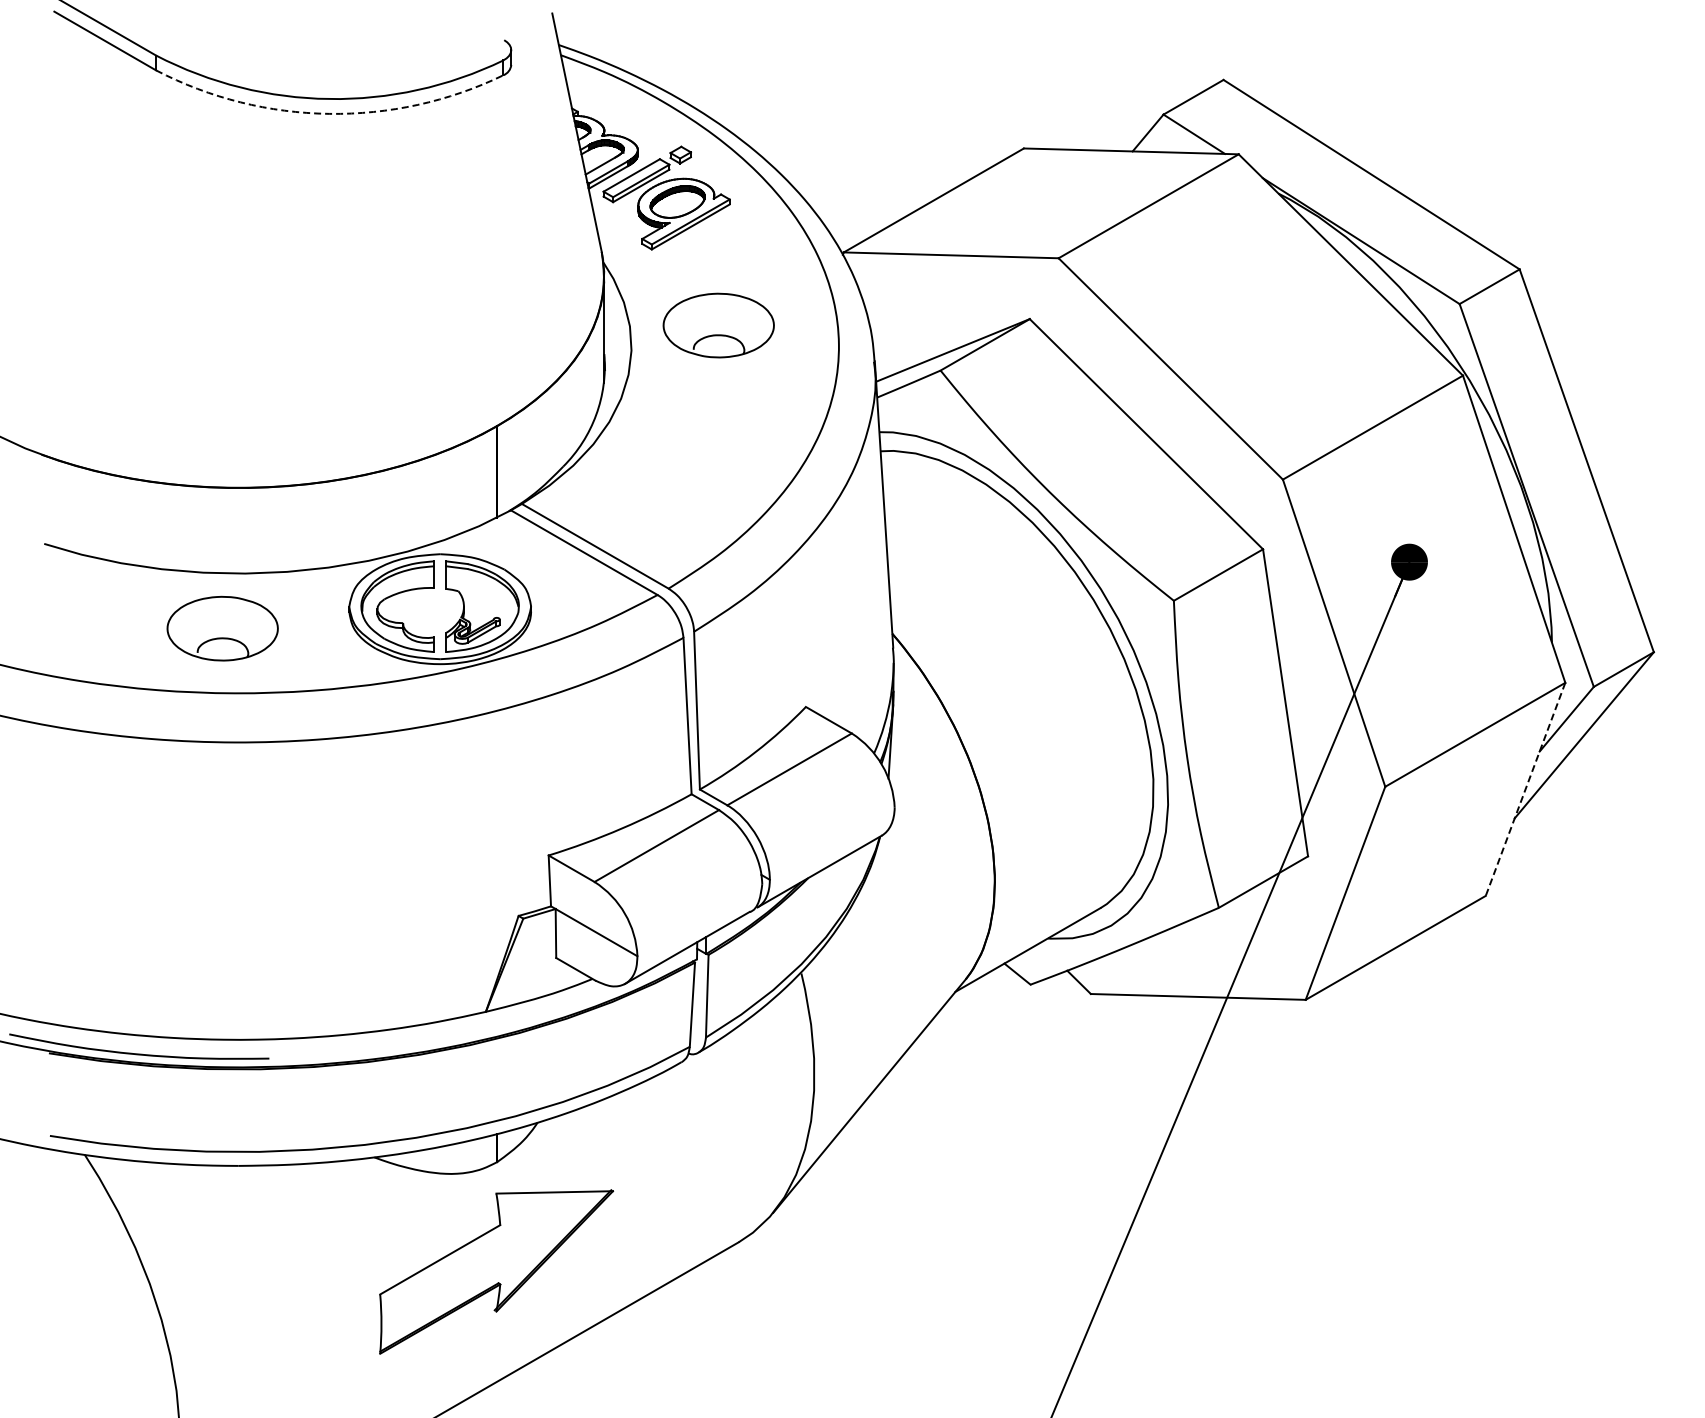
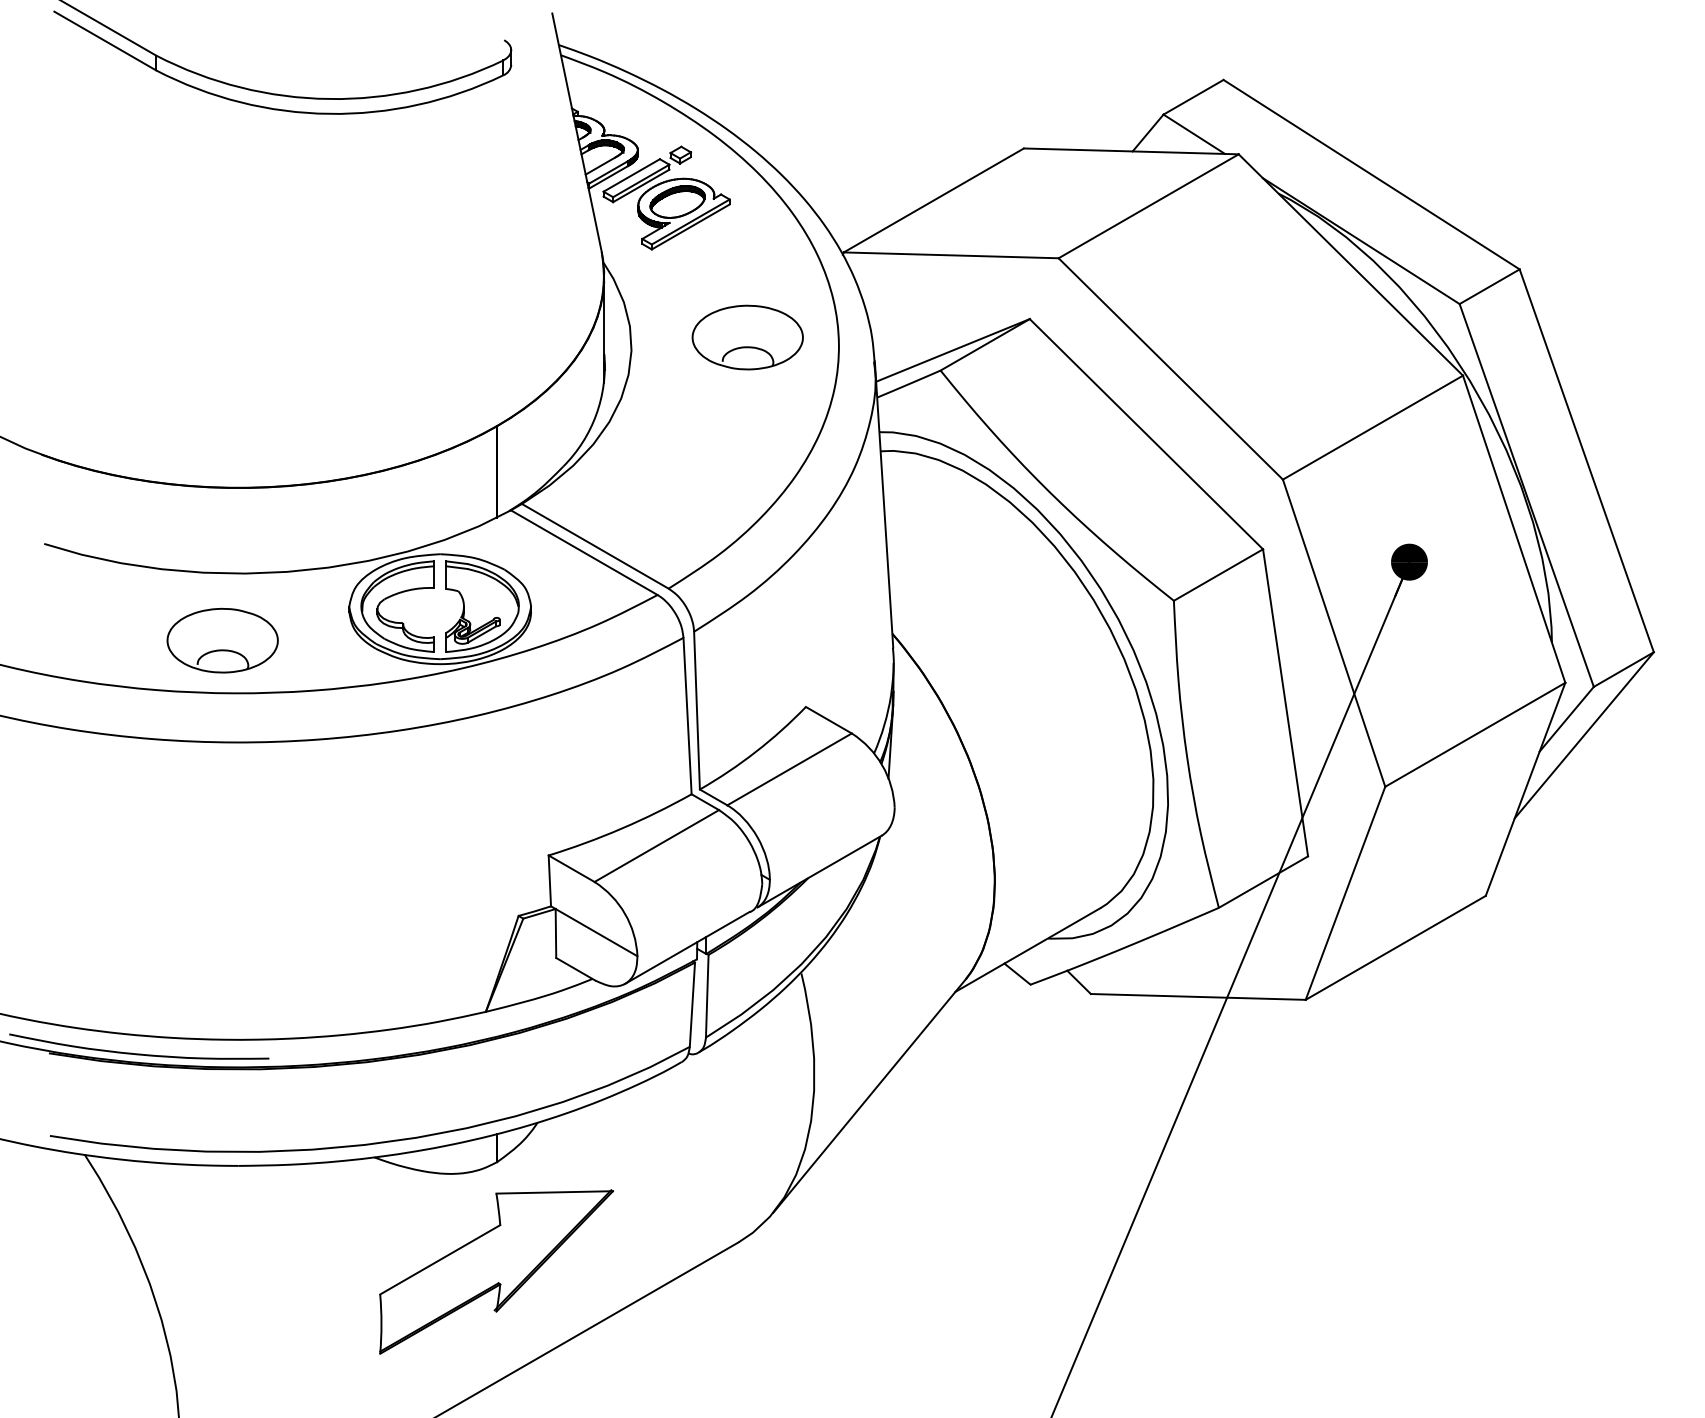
arc at (329, 113): dashed -> solid
part at (718, 325) position: (718, 325) -> (747, 337)
part at (222, 628) position: (222, 628) -> (222, 640)
line at (1525, 789): dashed -> solid
